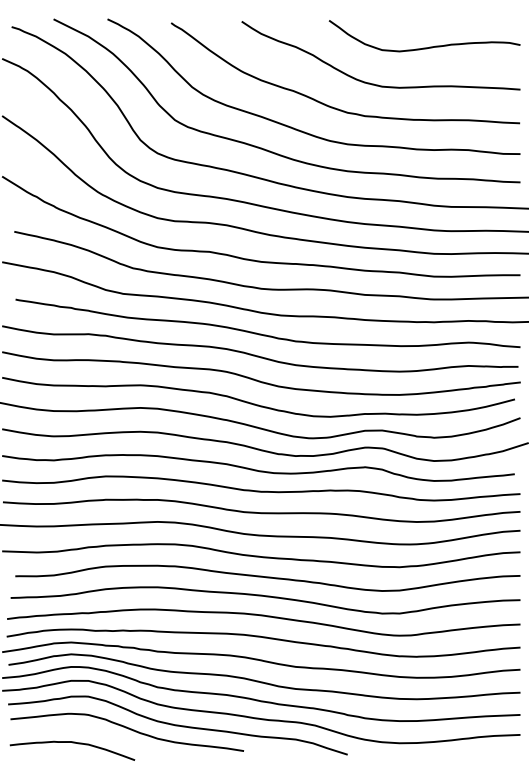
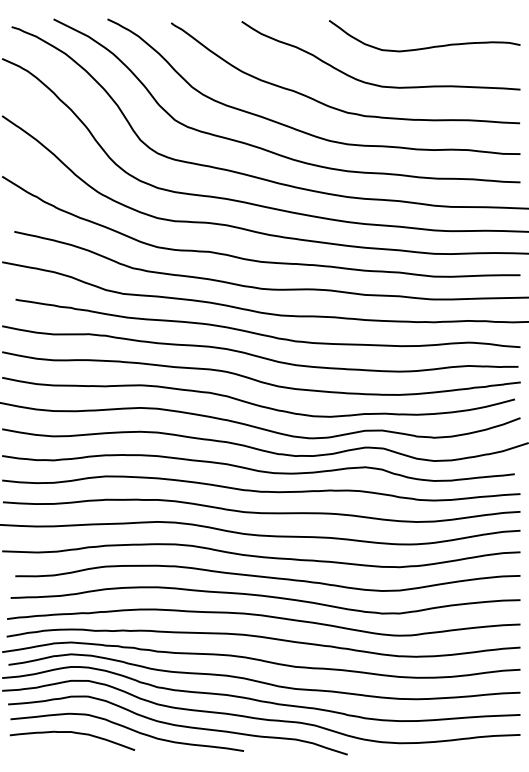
curve at (72, 743) position: (72, 743) -> (72, 733)
